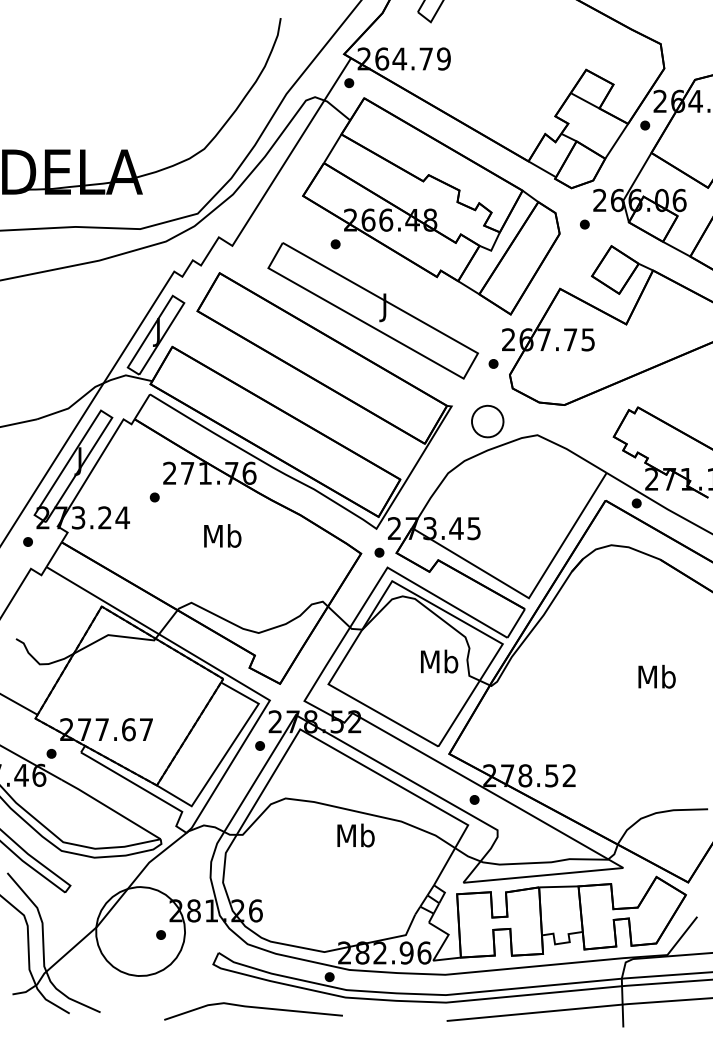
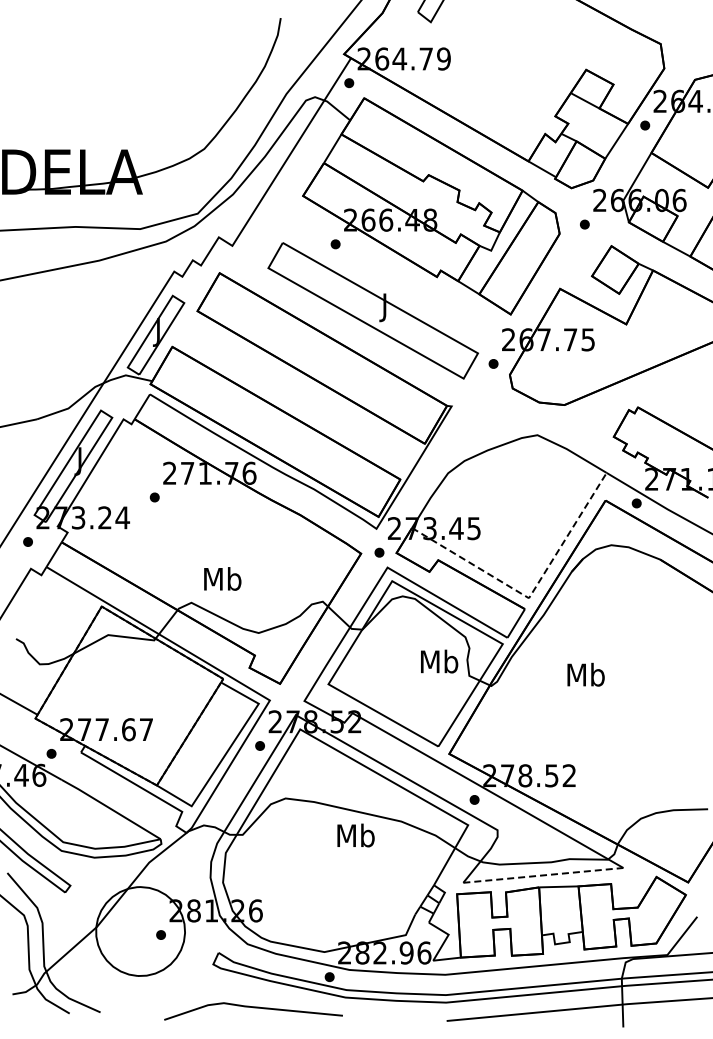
part at (487, 421): present -> none
text at (222, 535) position: (222, 535) -> (222, 578)
line at (531, 594): solid -> dashed
text at (656, 676) position: (656, 676) -> (585, 674)
line at (543, 875): solid -> dashed
